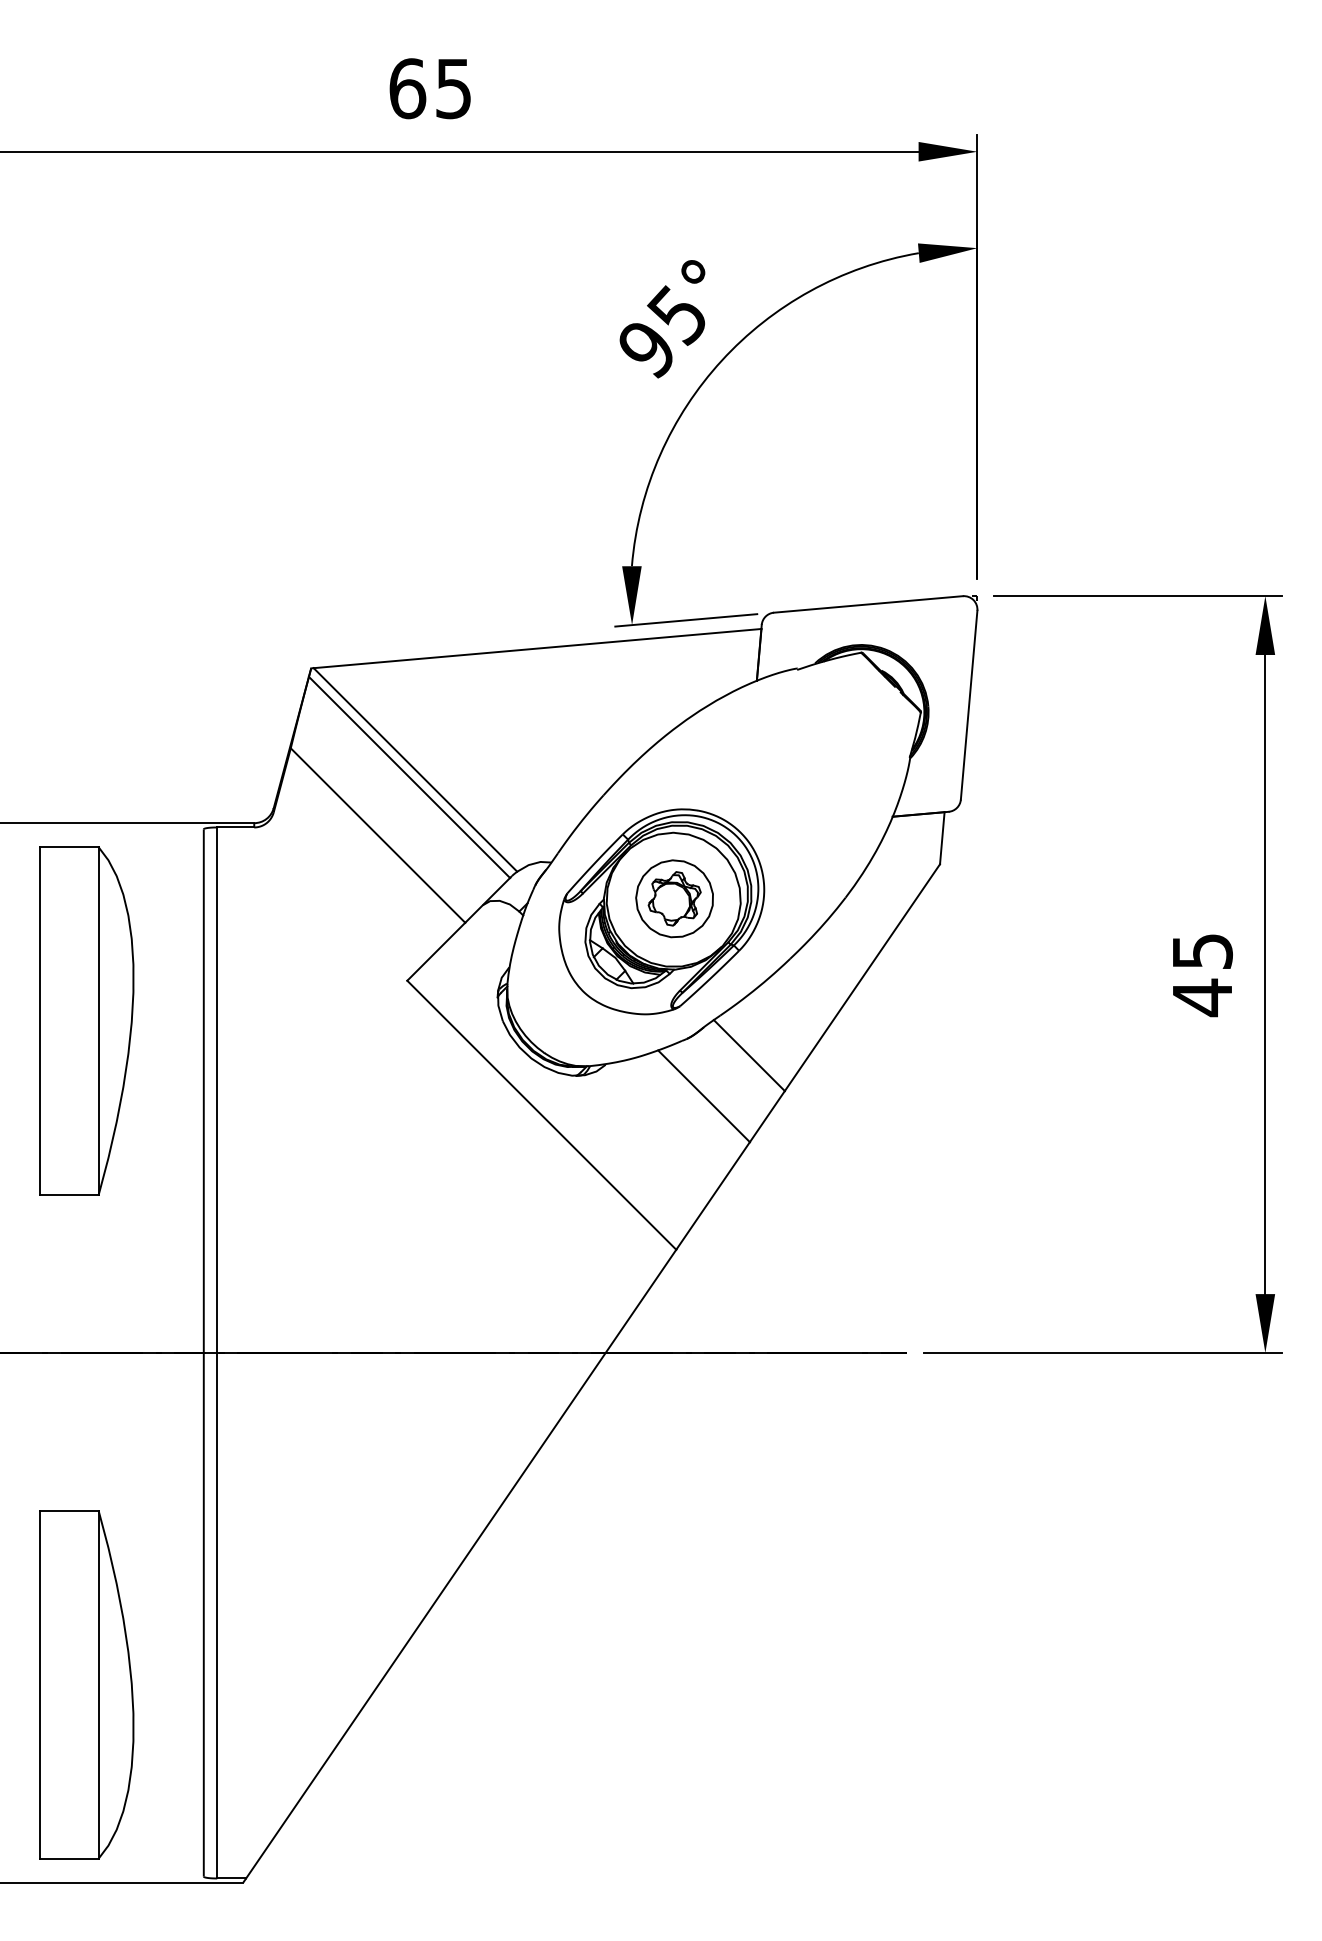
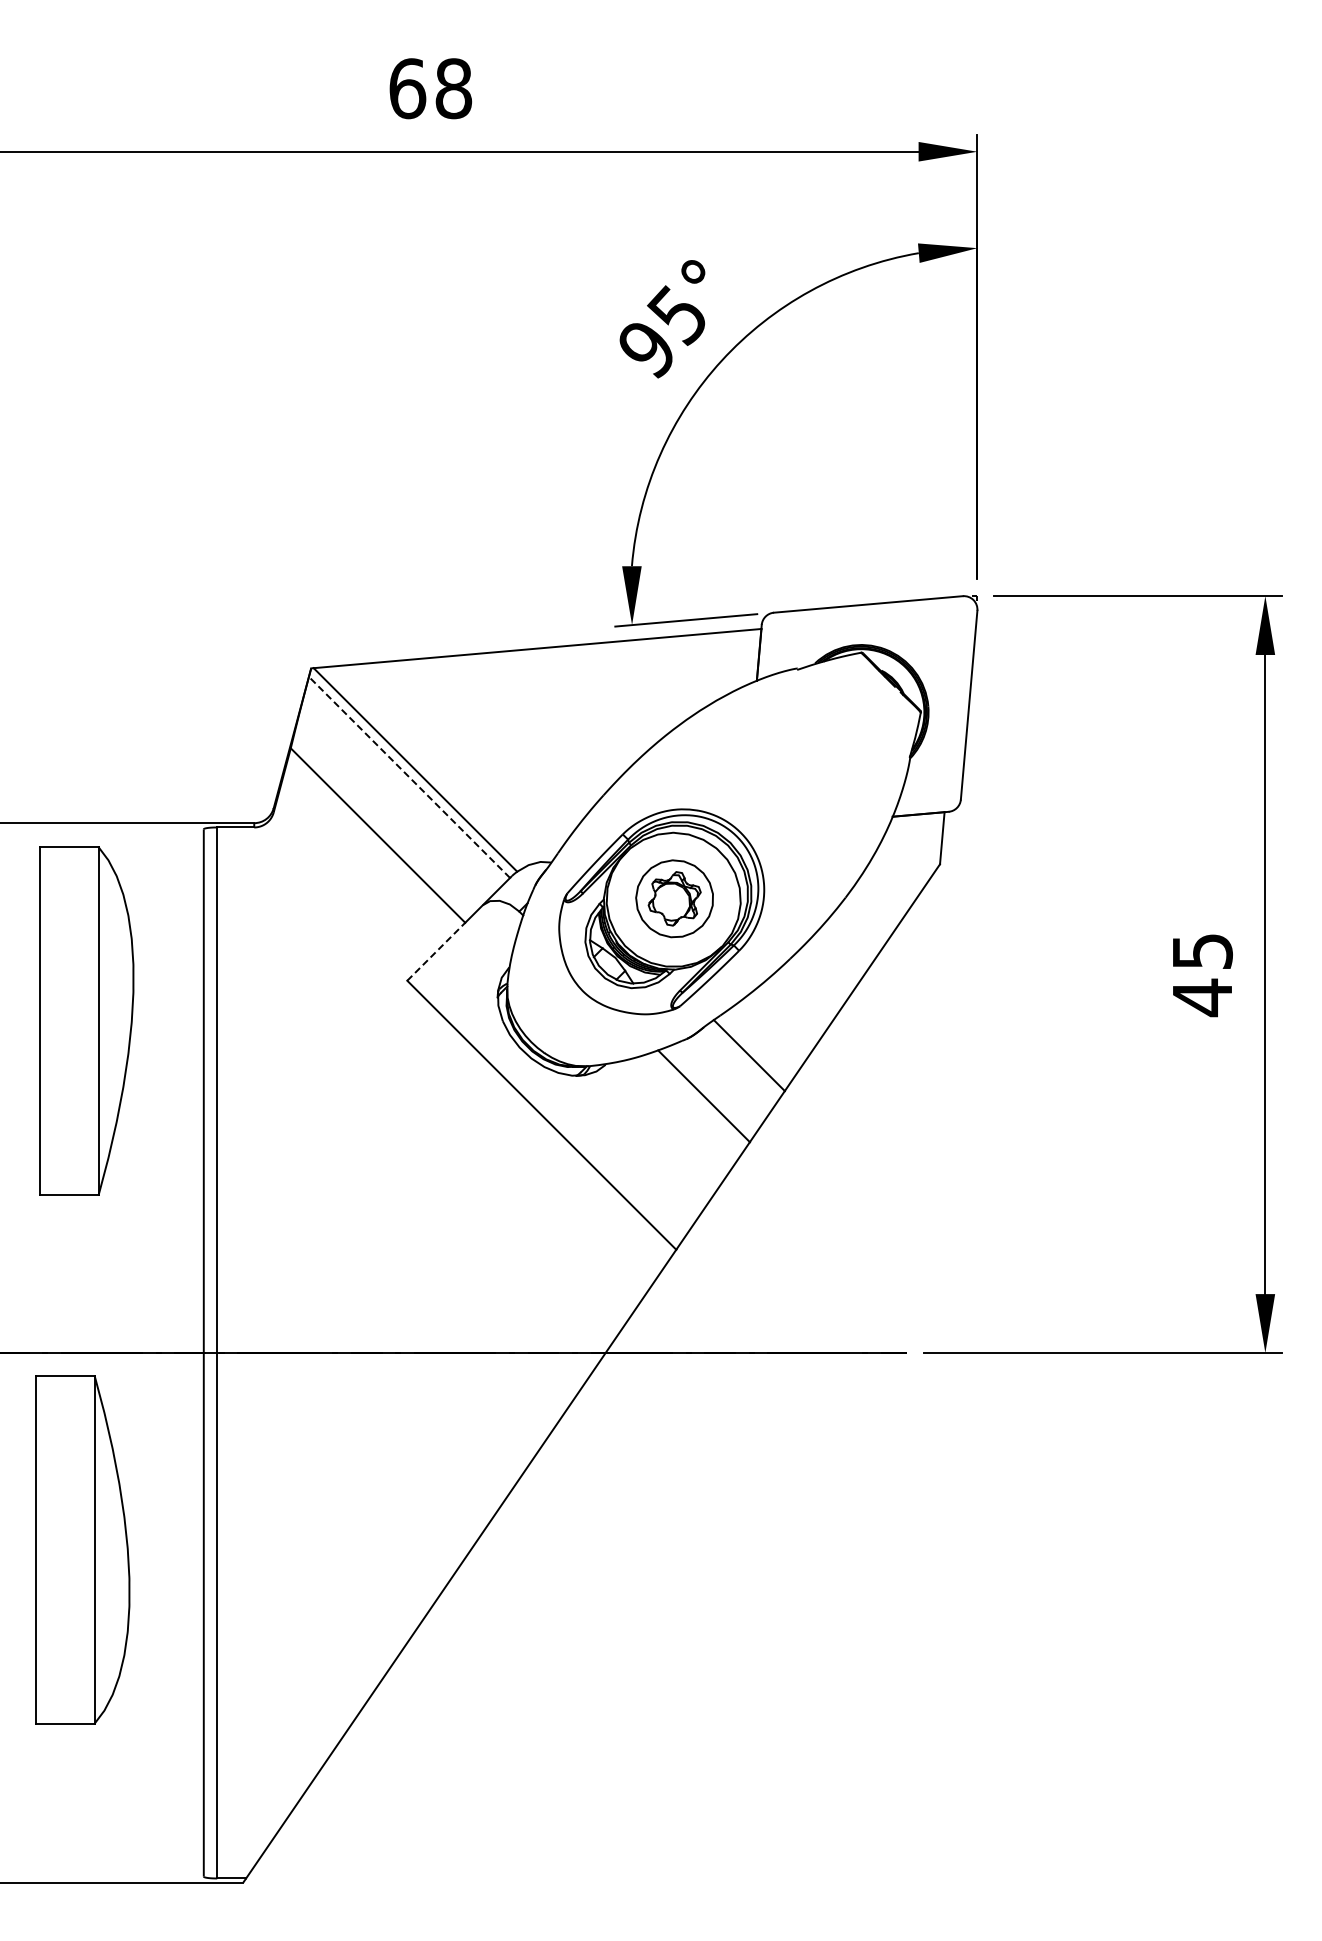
text at (453, 88): 65 -> 68
line at (409, 777): solid -> dashed
line at (436, 951): solid -> dashed
part at (86, 1684) position: (86, 1684) -> (82, 1549)
